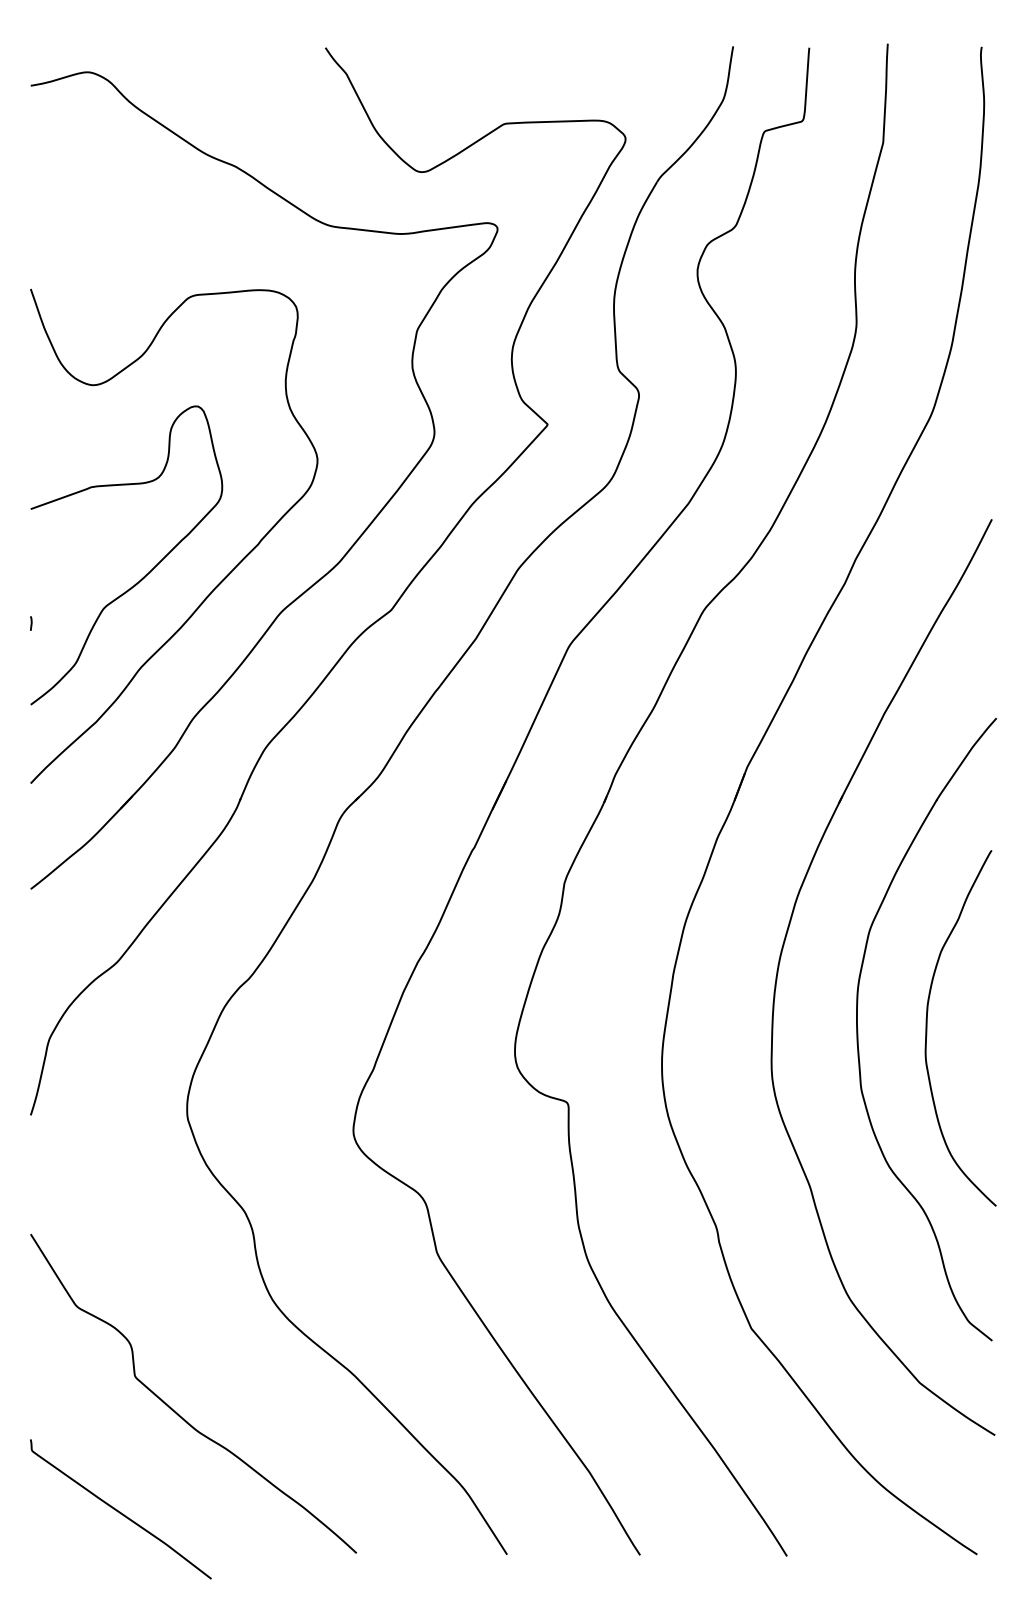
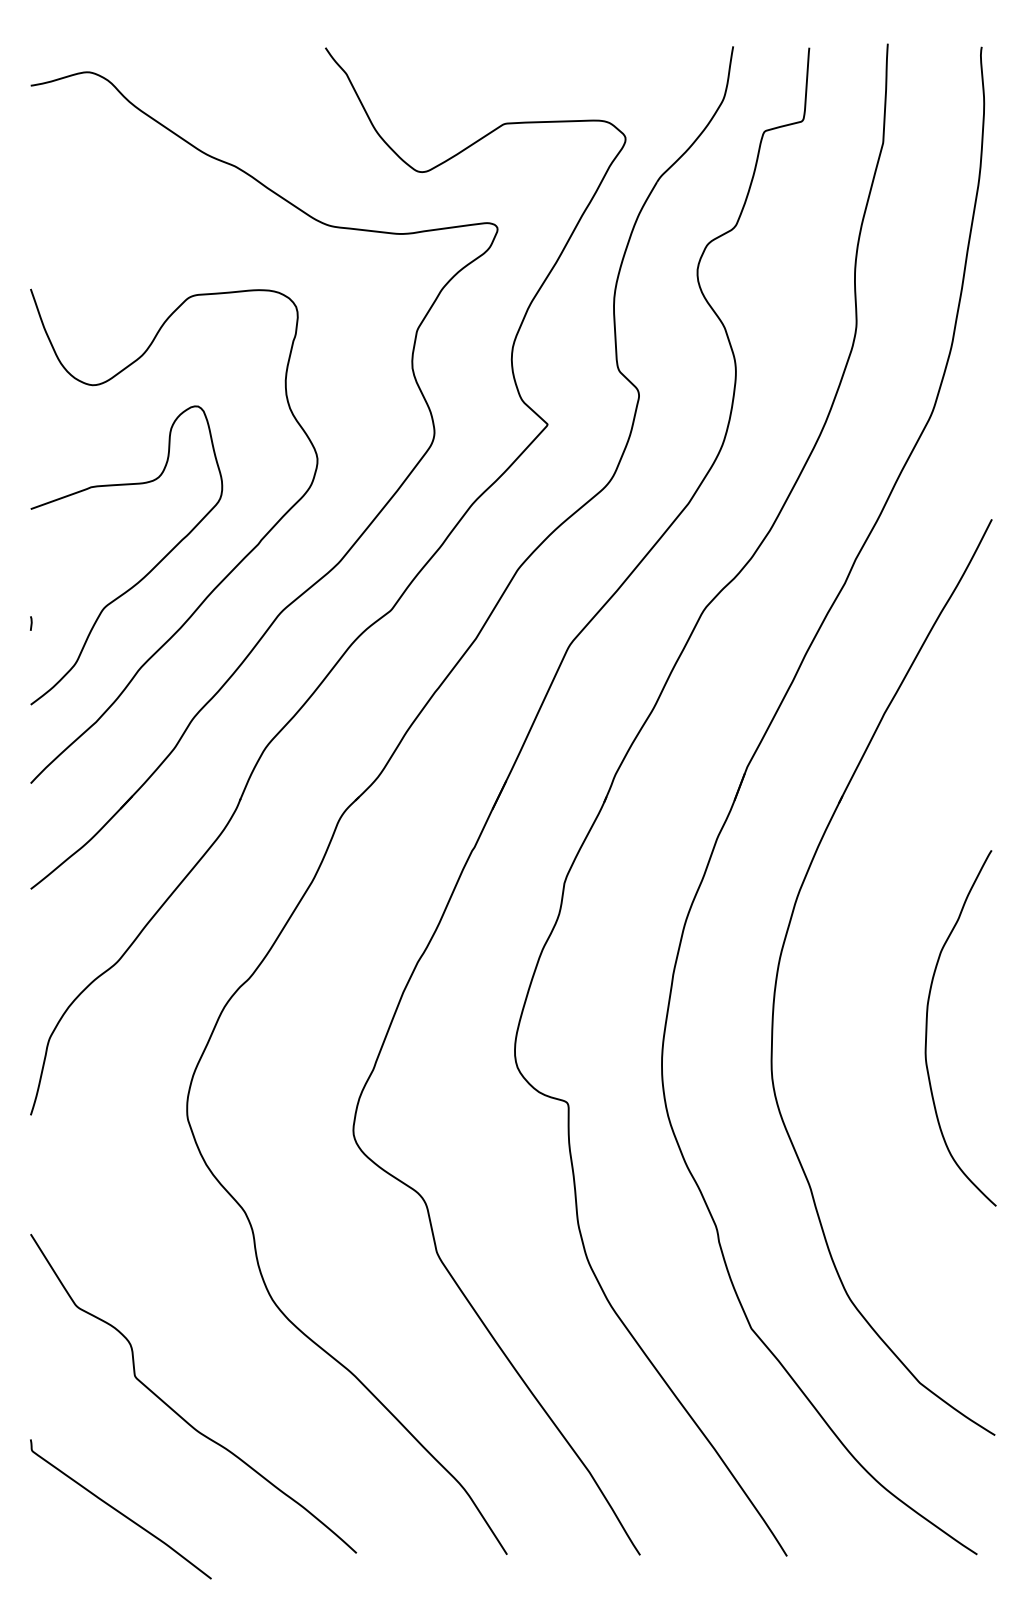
part at (858, 1030): present -> none
